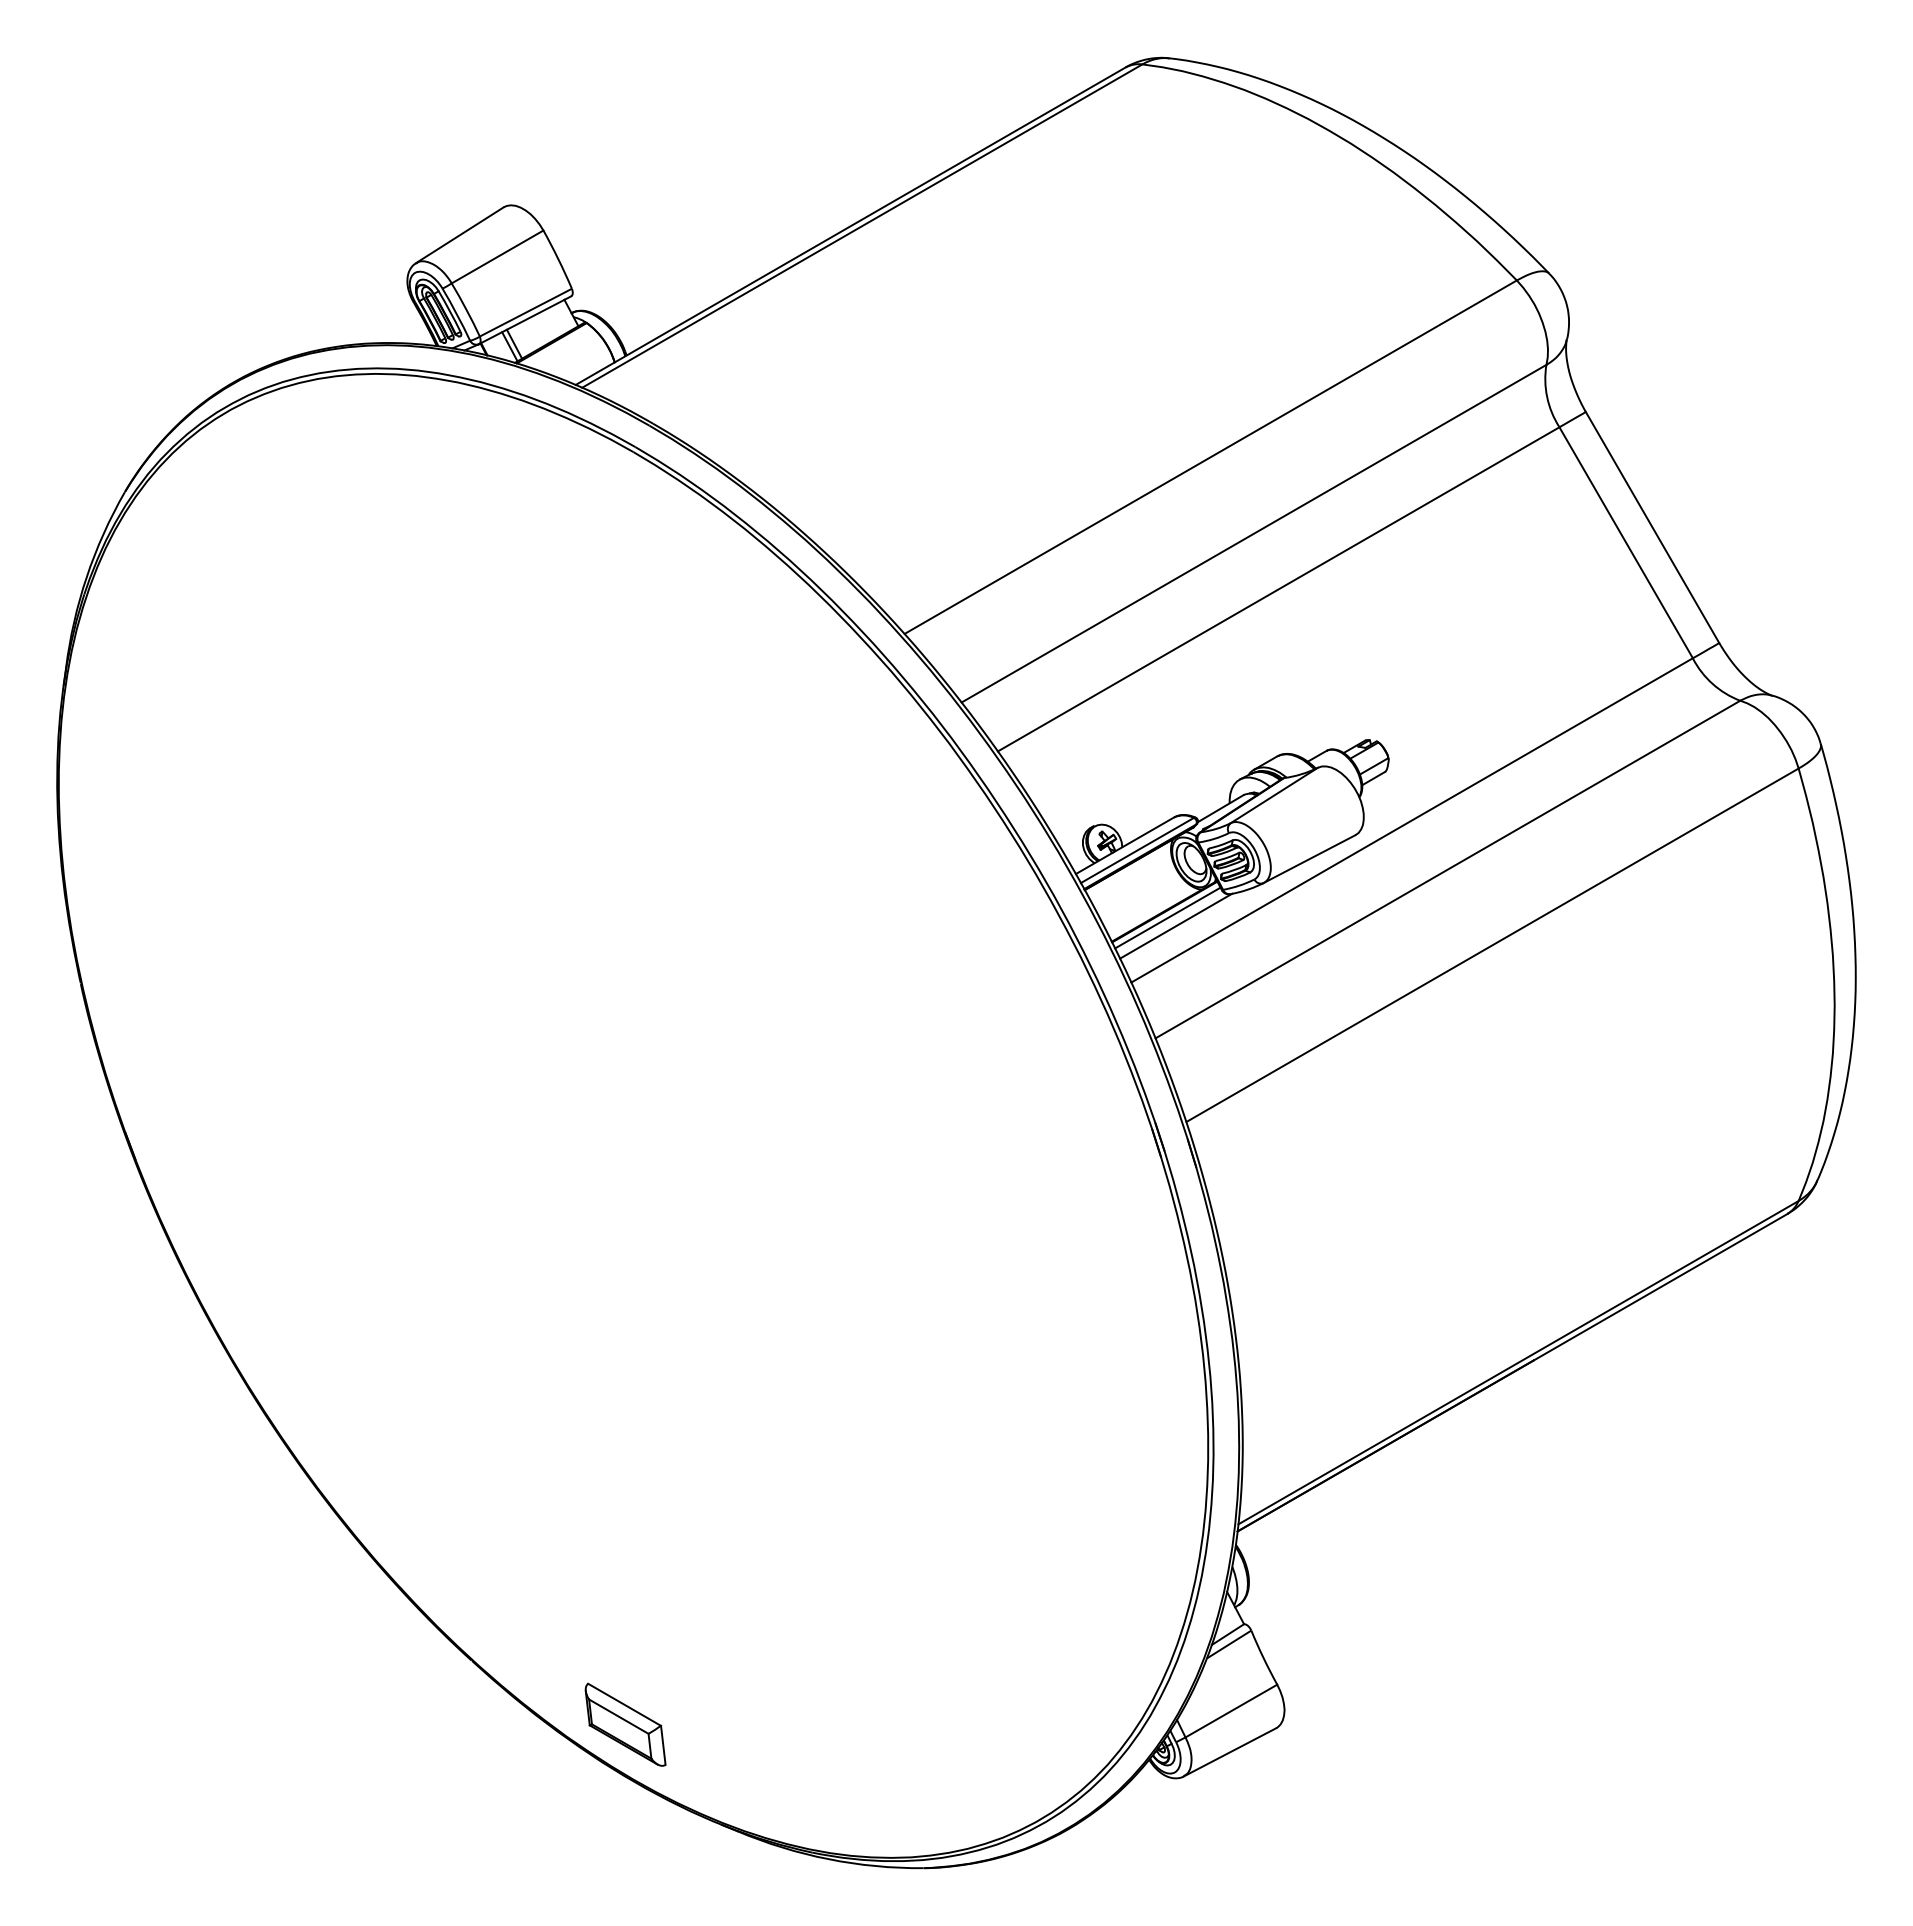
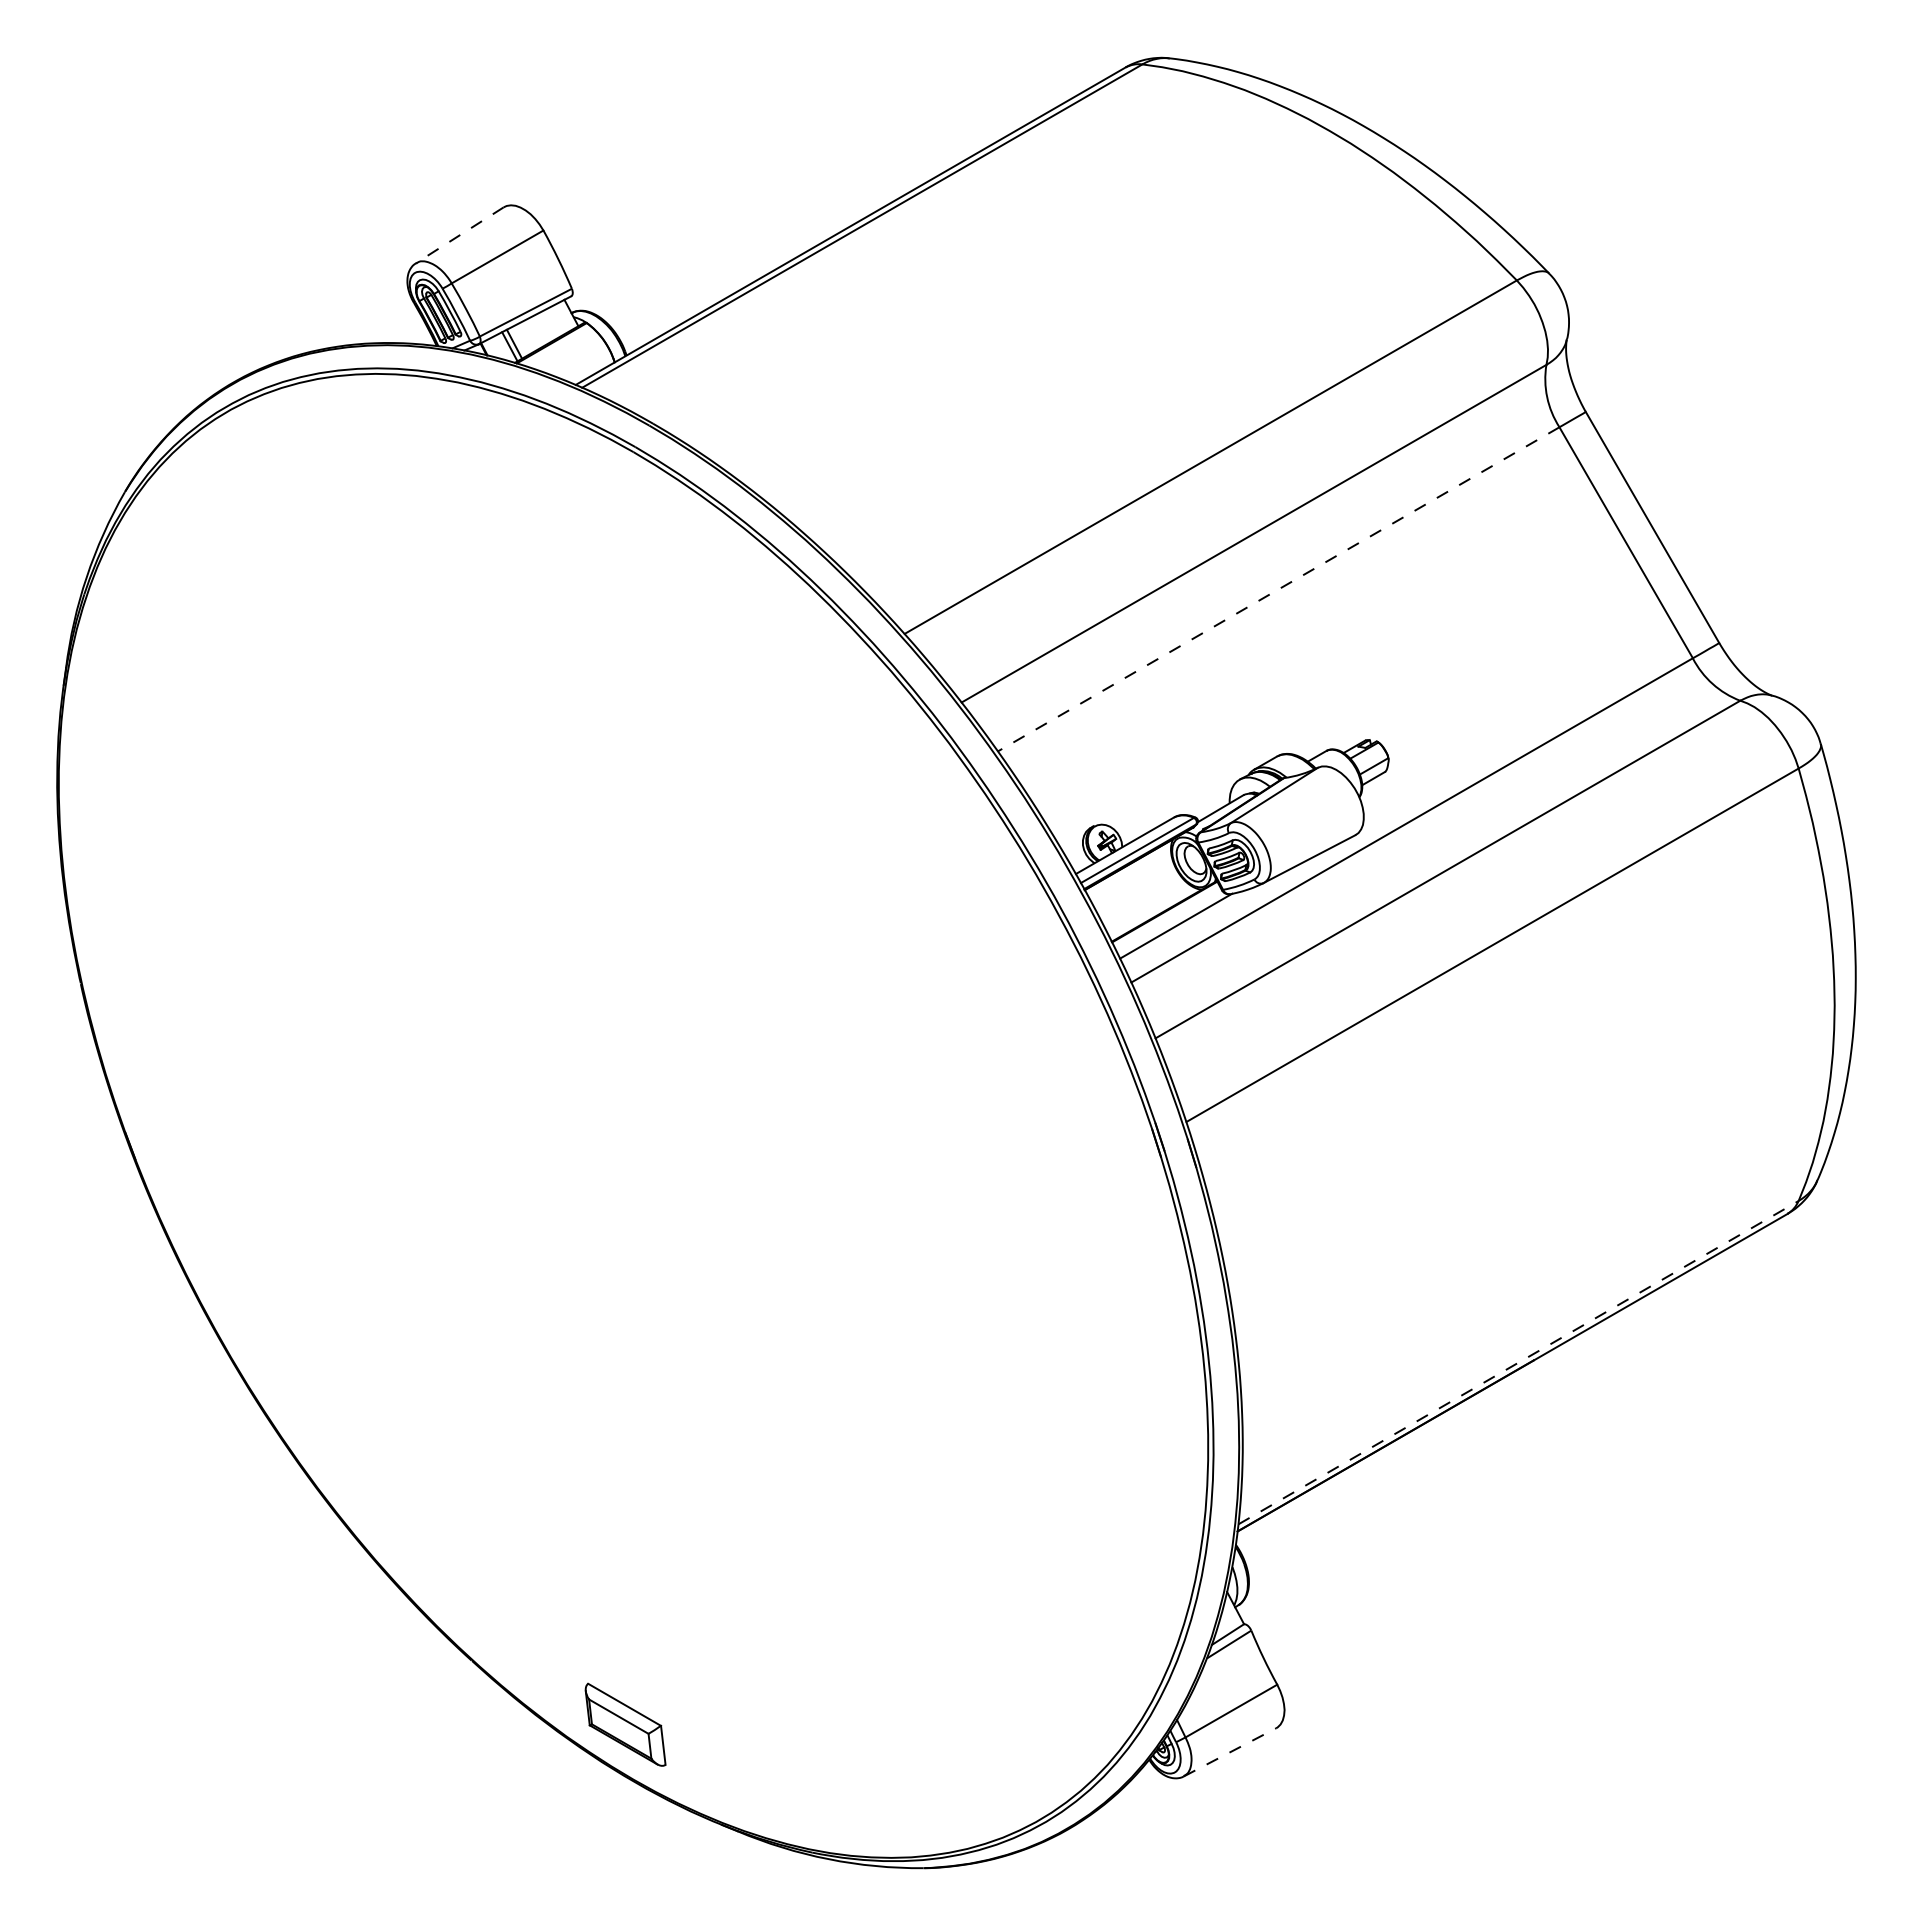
line at (459, 235): solid -> dashed
line at (1278, 589): solid -> dashed
line at (1167, 917): present -> none
line at (1518, 1362): solid -> dashed
line at (1230, 1752): solid -> dashed
